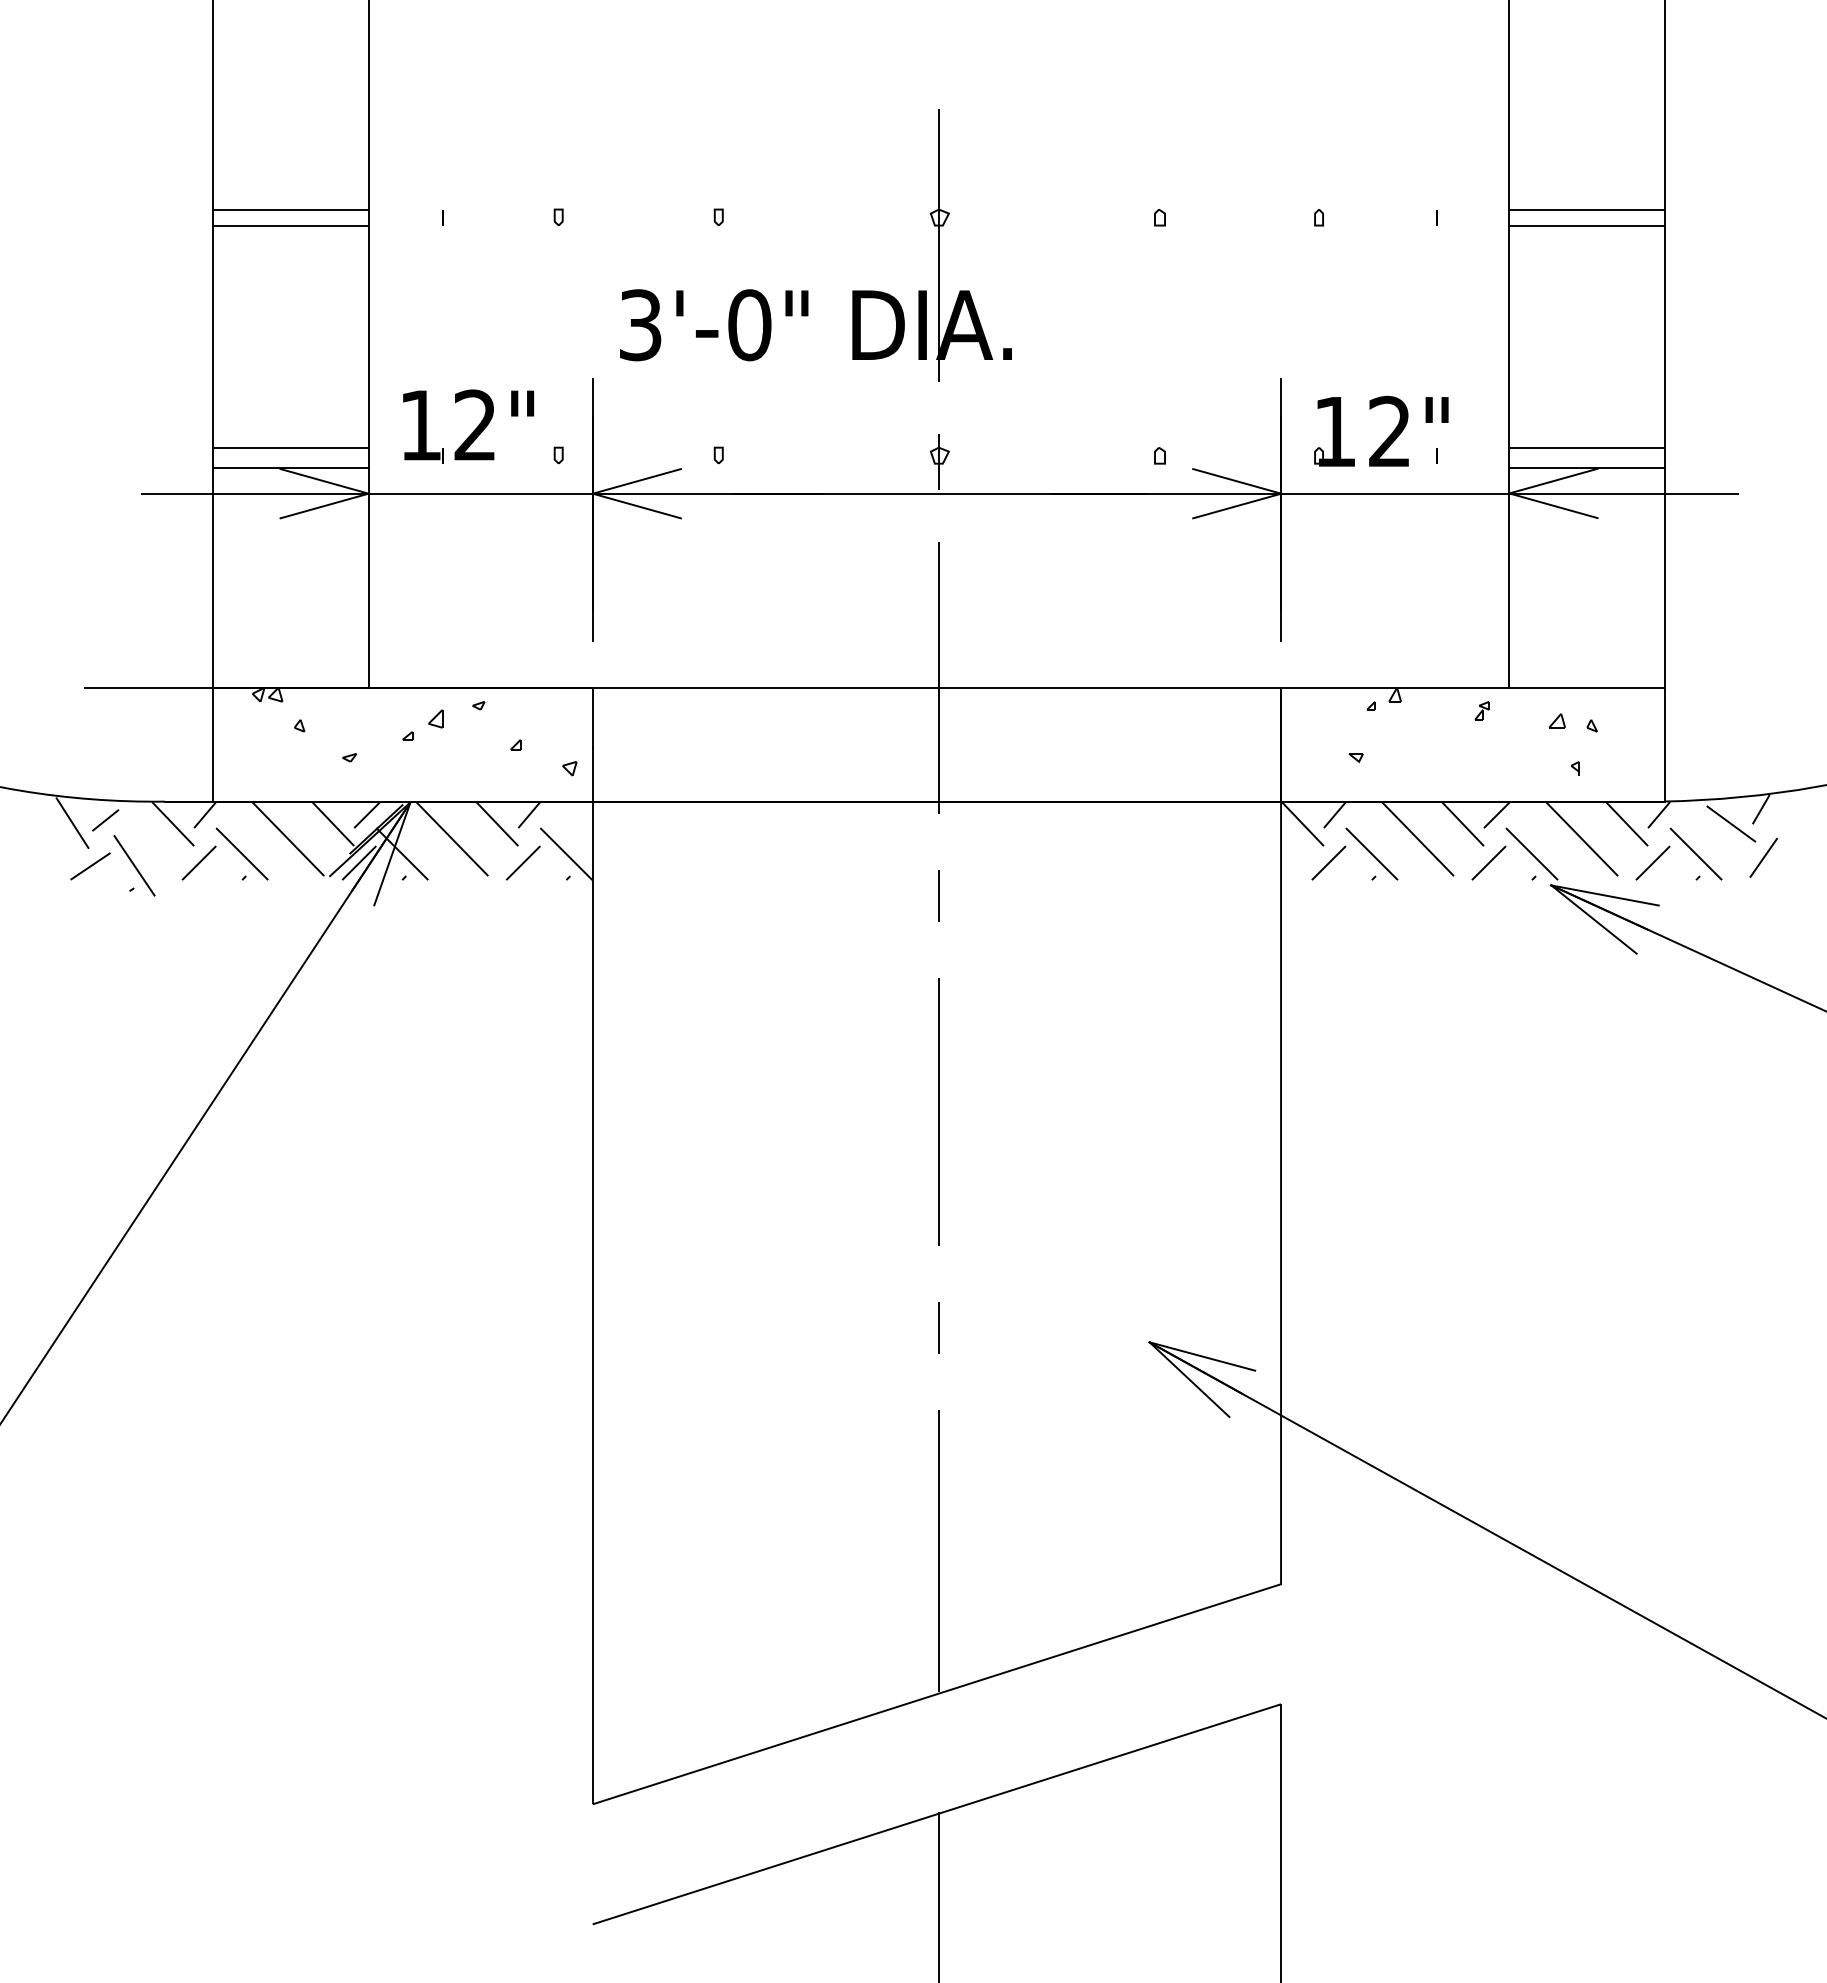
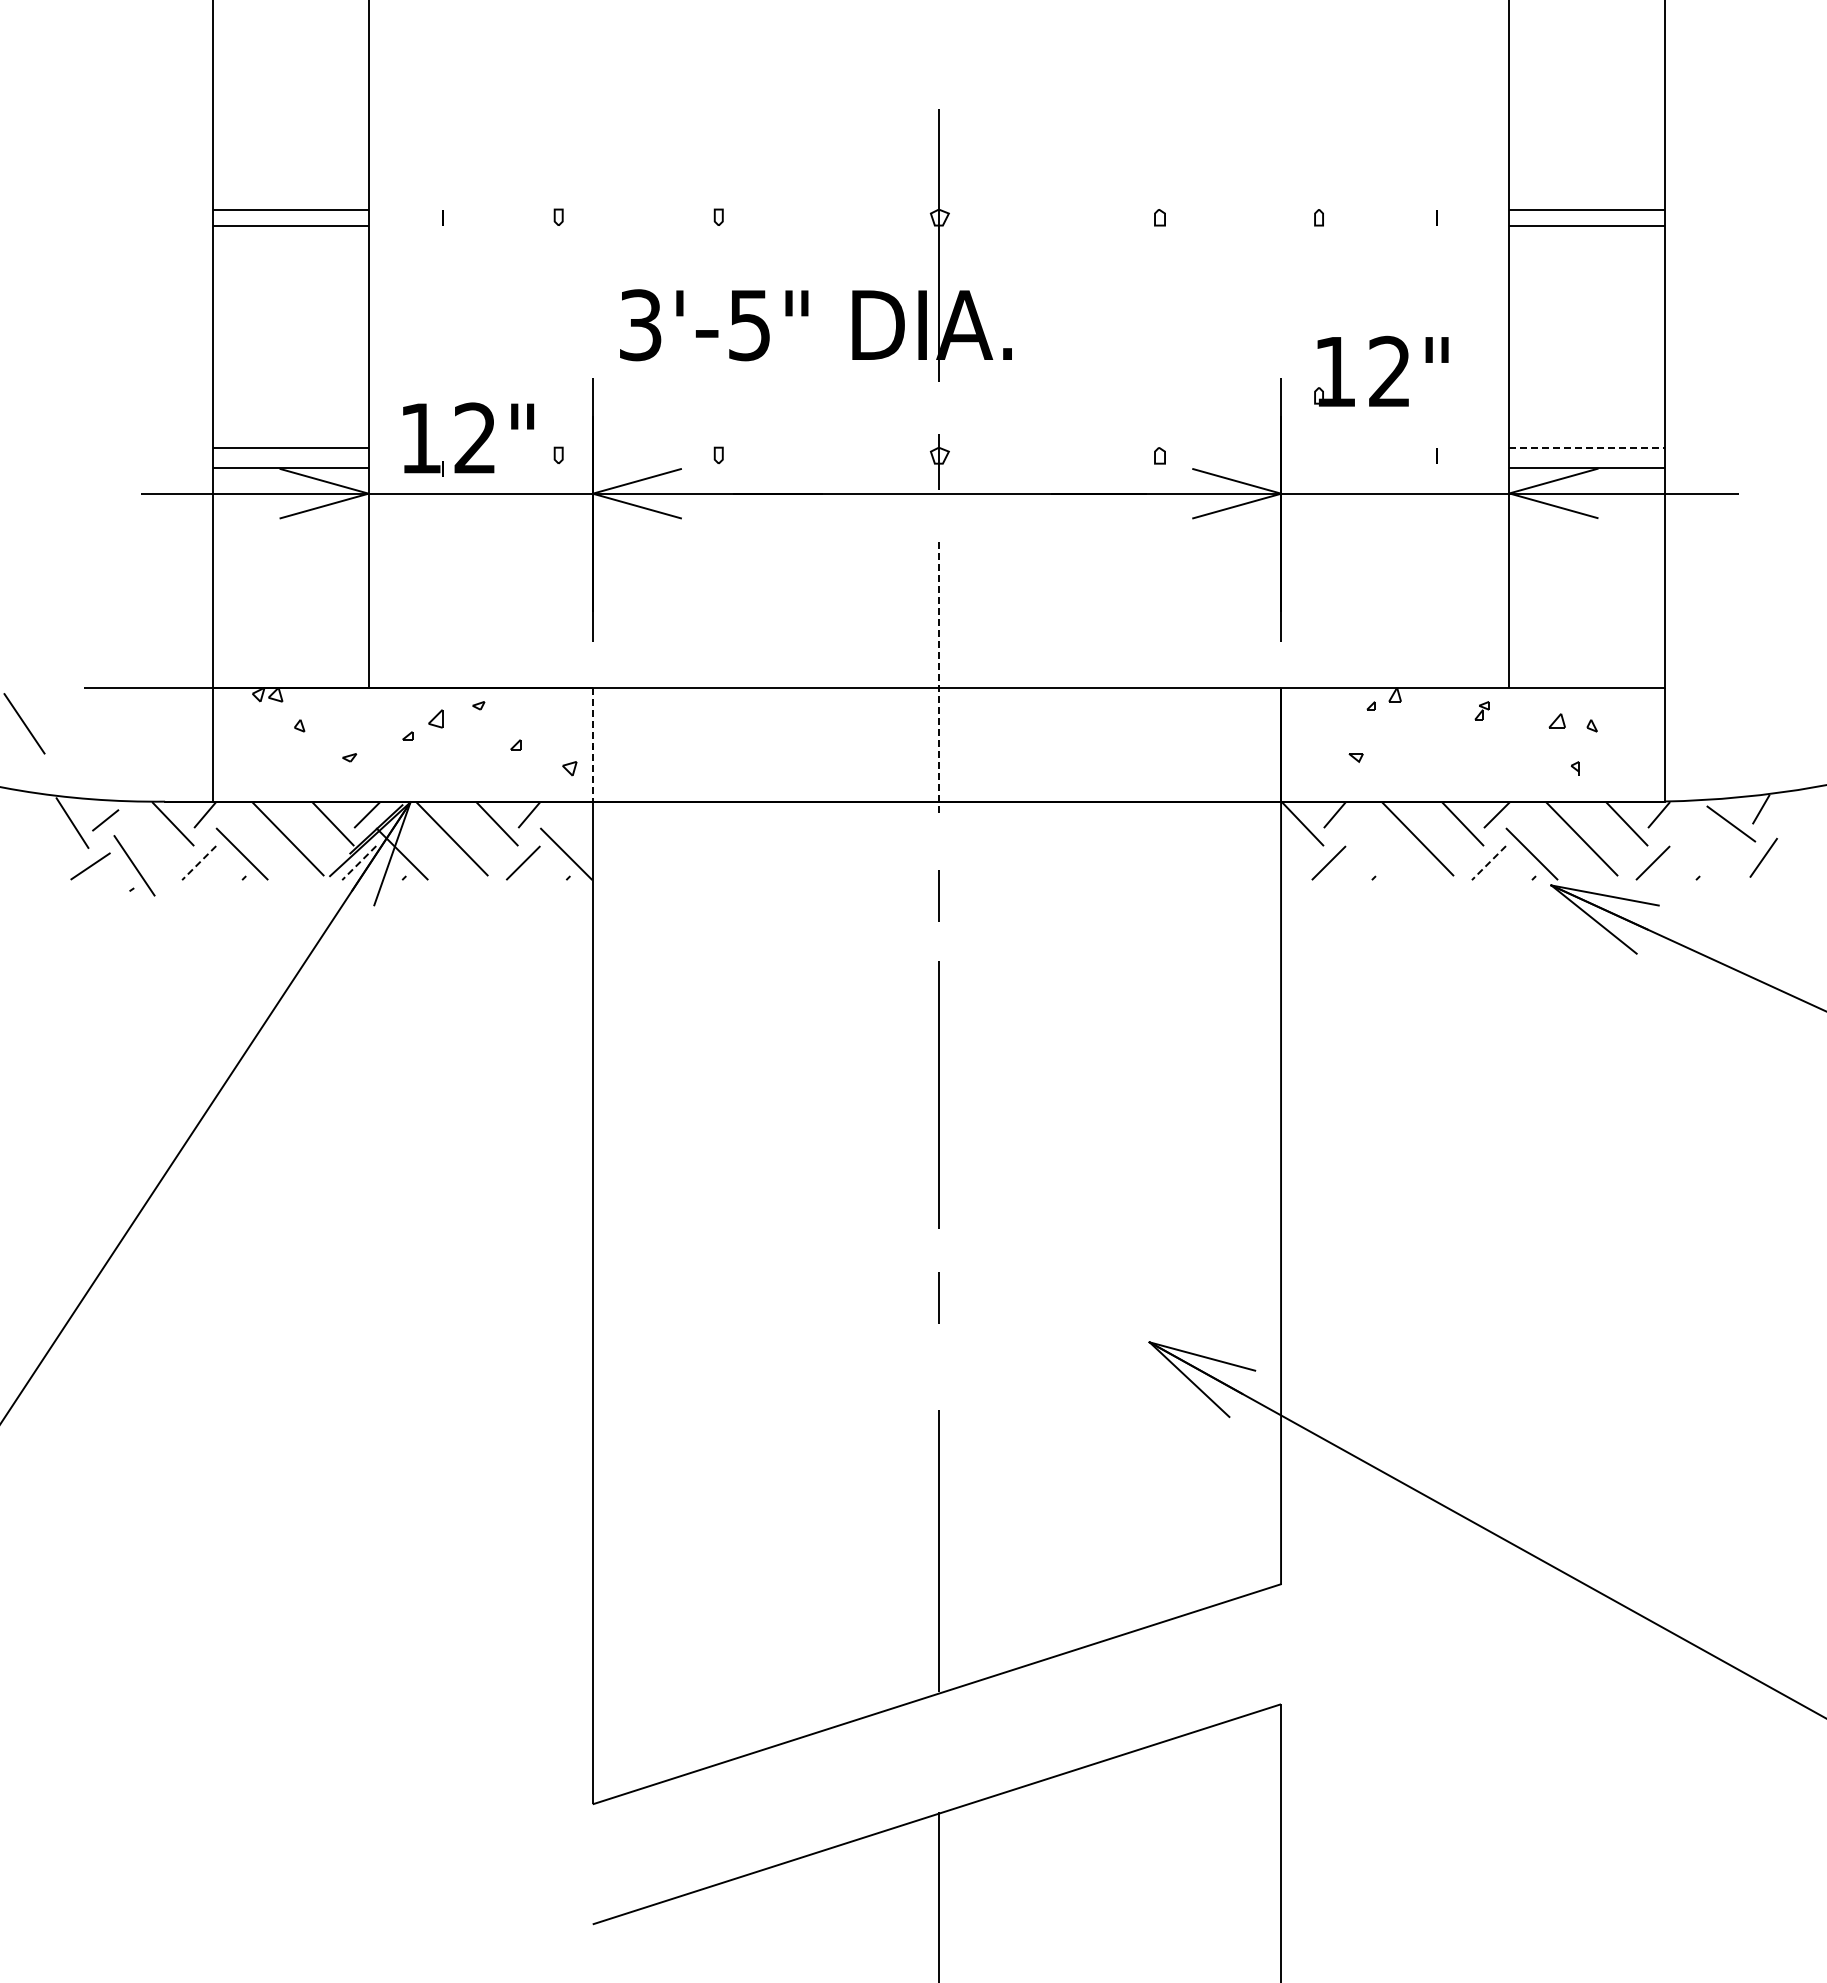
text at (749, 325): 3'-0" -> 3'-5"
part at (473, 430) position: (473, 430) -> (473, 443)
part at (1388, 436) position: (1388, 436) -> (1388, 376)
line at (1587, 447): solid -> dashed
line at (938, 678): solid -> dashed
line at (24, 723): none -> present
line at (592, 745): solid -> dashed
line at (1371, 853): present -> none
line at (1695, 853): present -> none
line at (198, 863): solid -> dashed
line at (358, 863): solid -> dashed
line at (1488, 863): solid -> dashed
line at (938, 1111) position: (938, 1111) -> (938, 1094)
line at (938, 1327) position: (938, 1327) -> (938, 1297)
